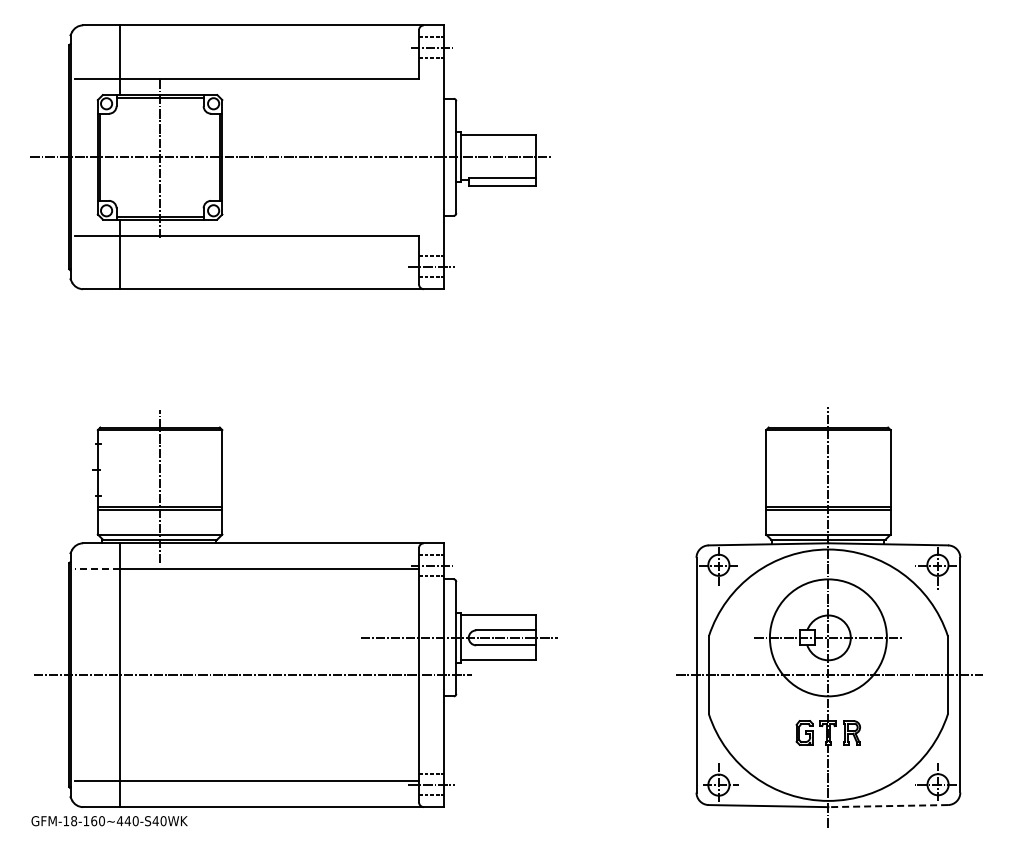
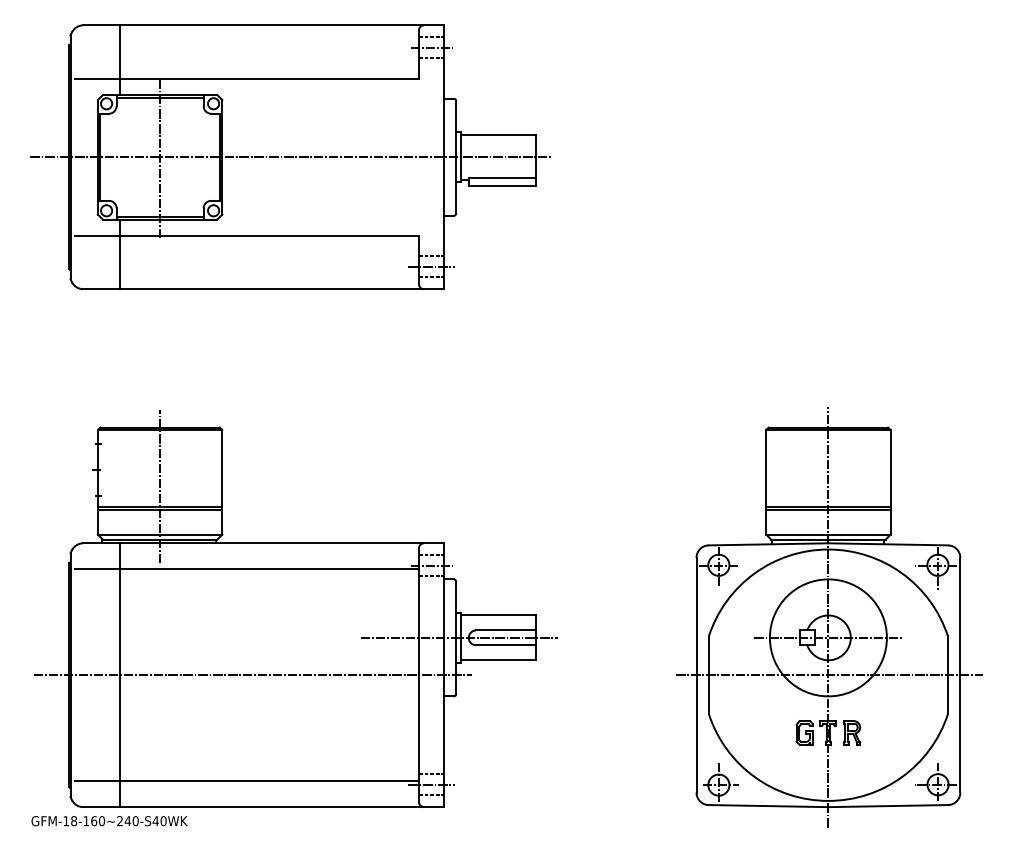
line at (97, 569): dashed -> solid
line at (888, 806): dashed -> solid
text at (119, 821): GFM-18-160~440-S40WK -> GFM-18-160~240-S40WK
